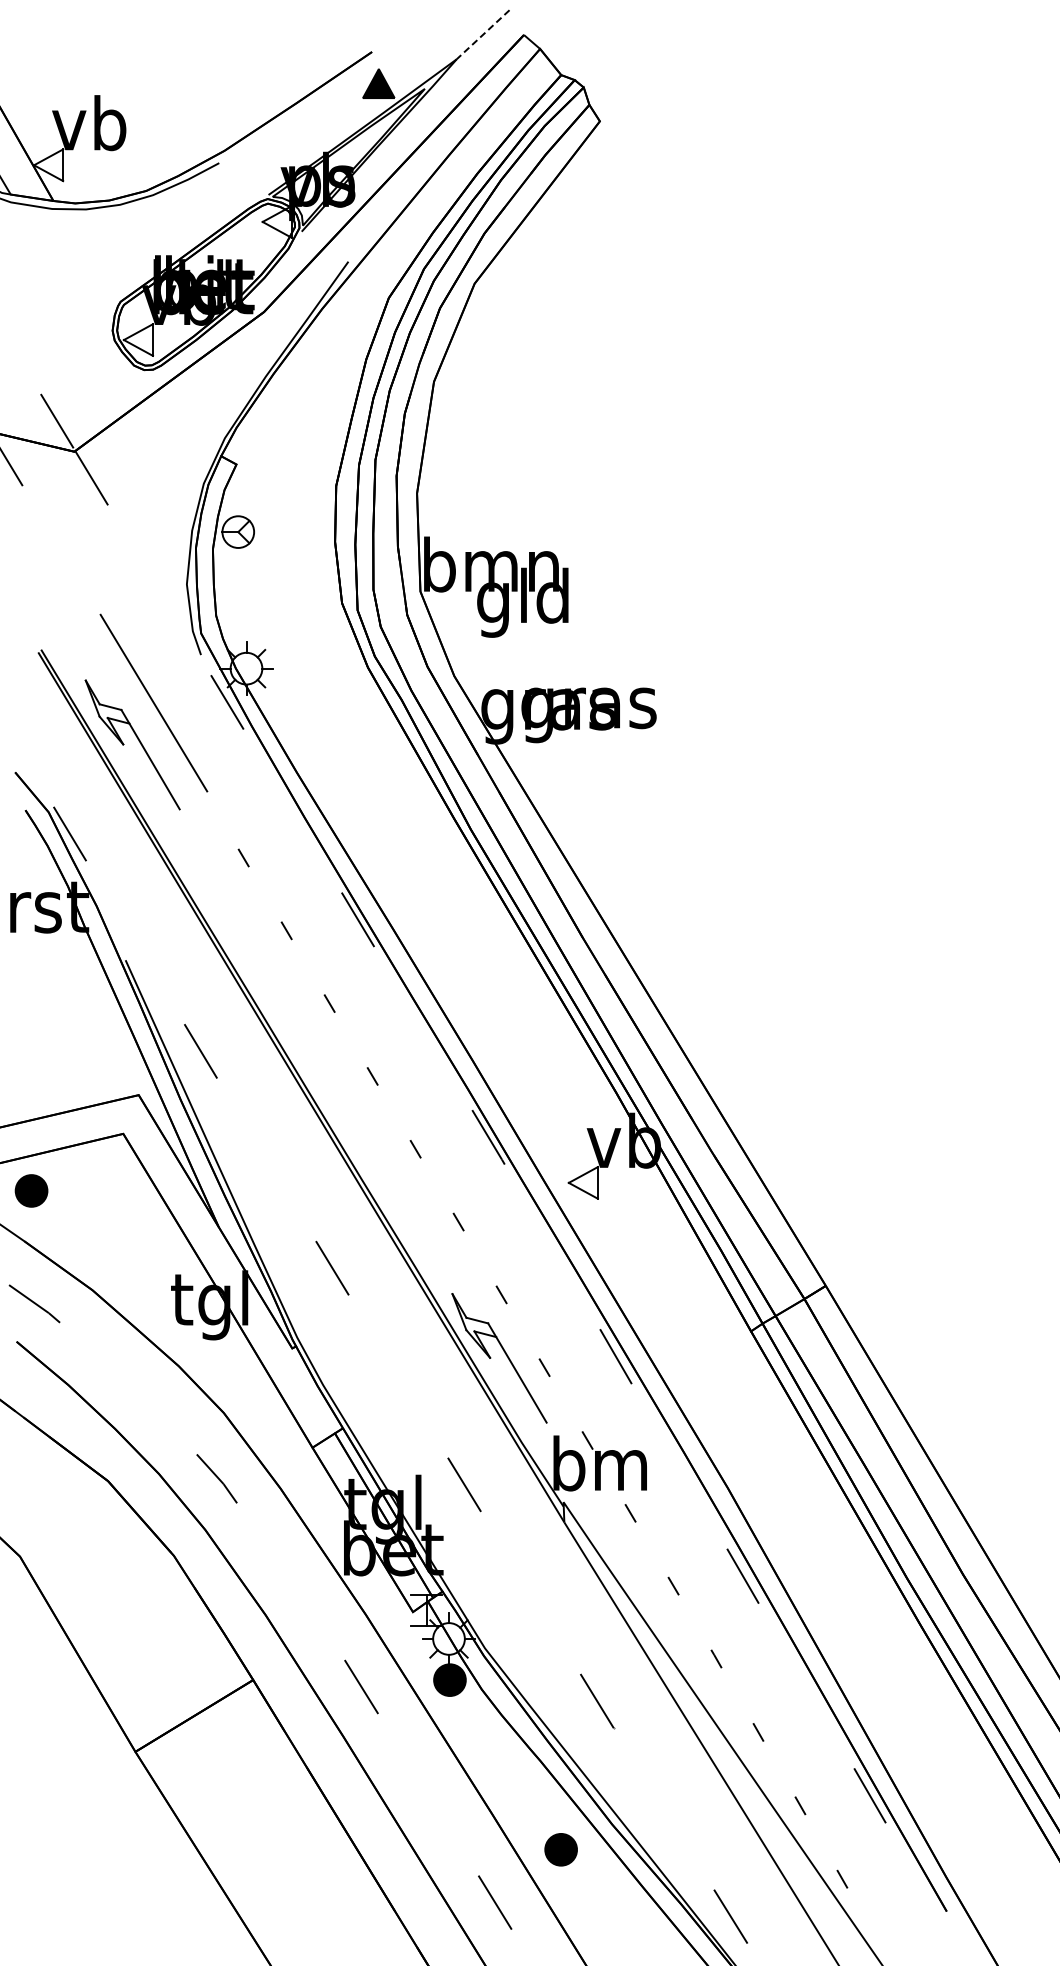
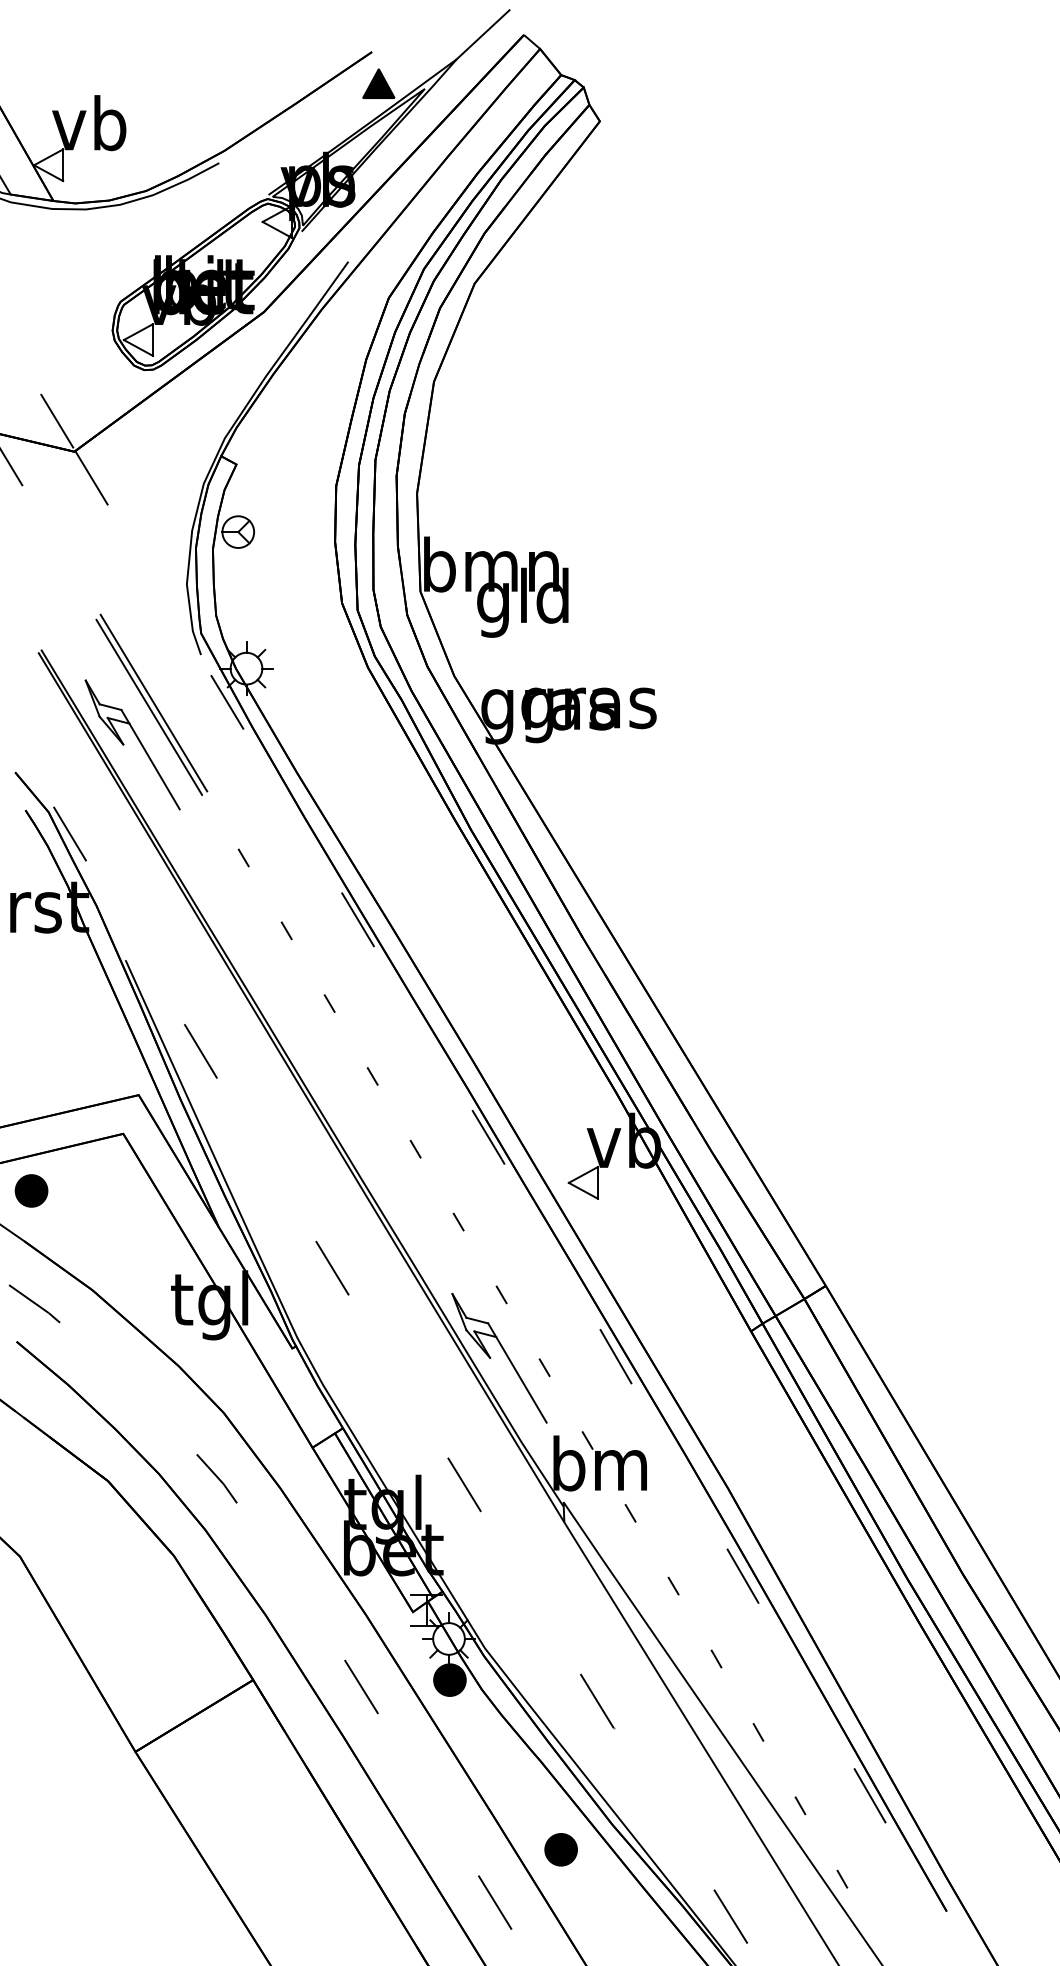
line at (482, 35): dashed -> solid
line at (149, 706): none -> present
